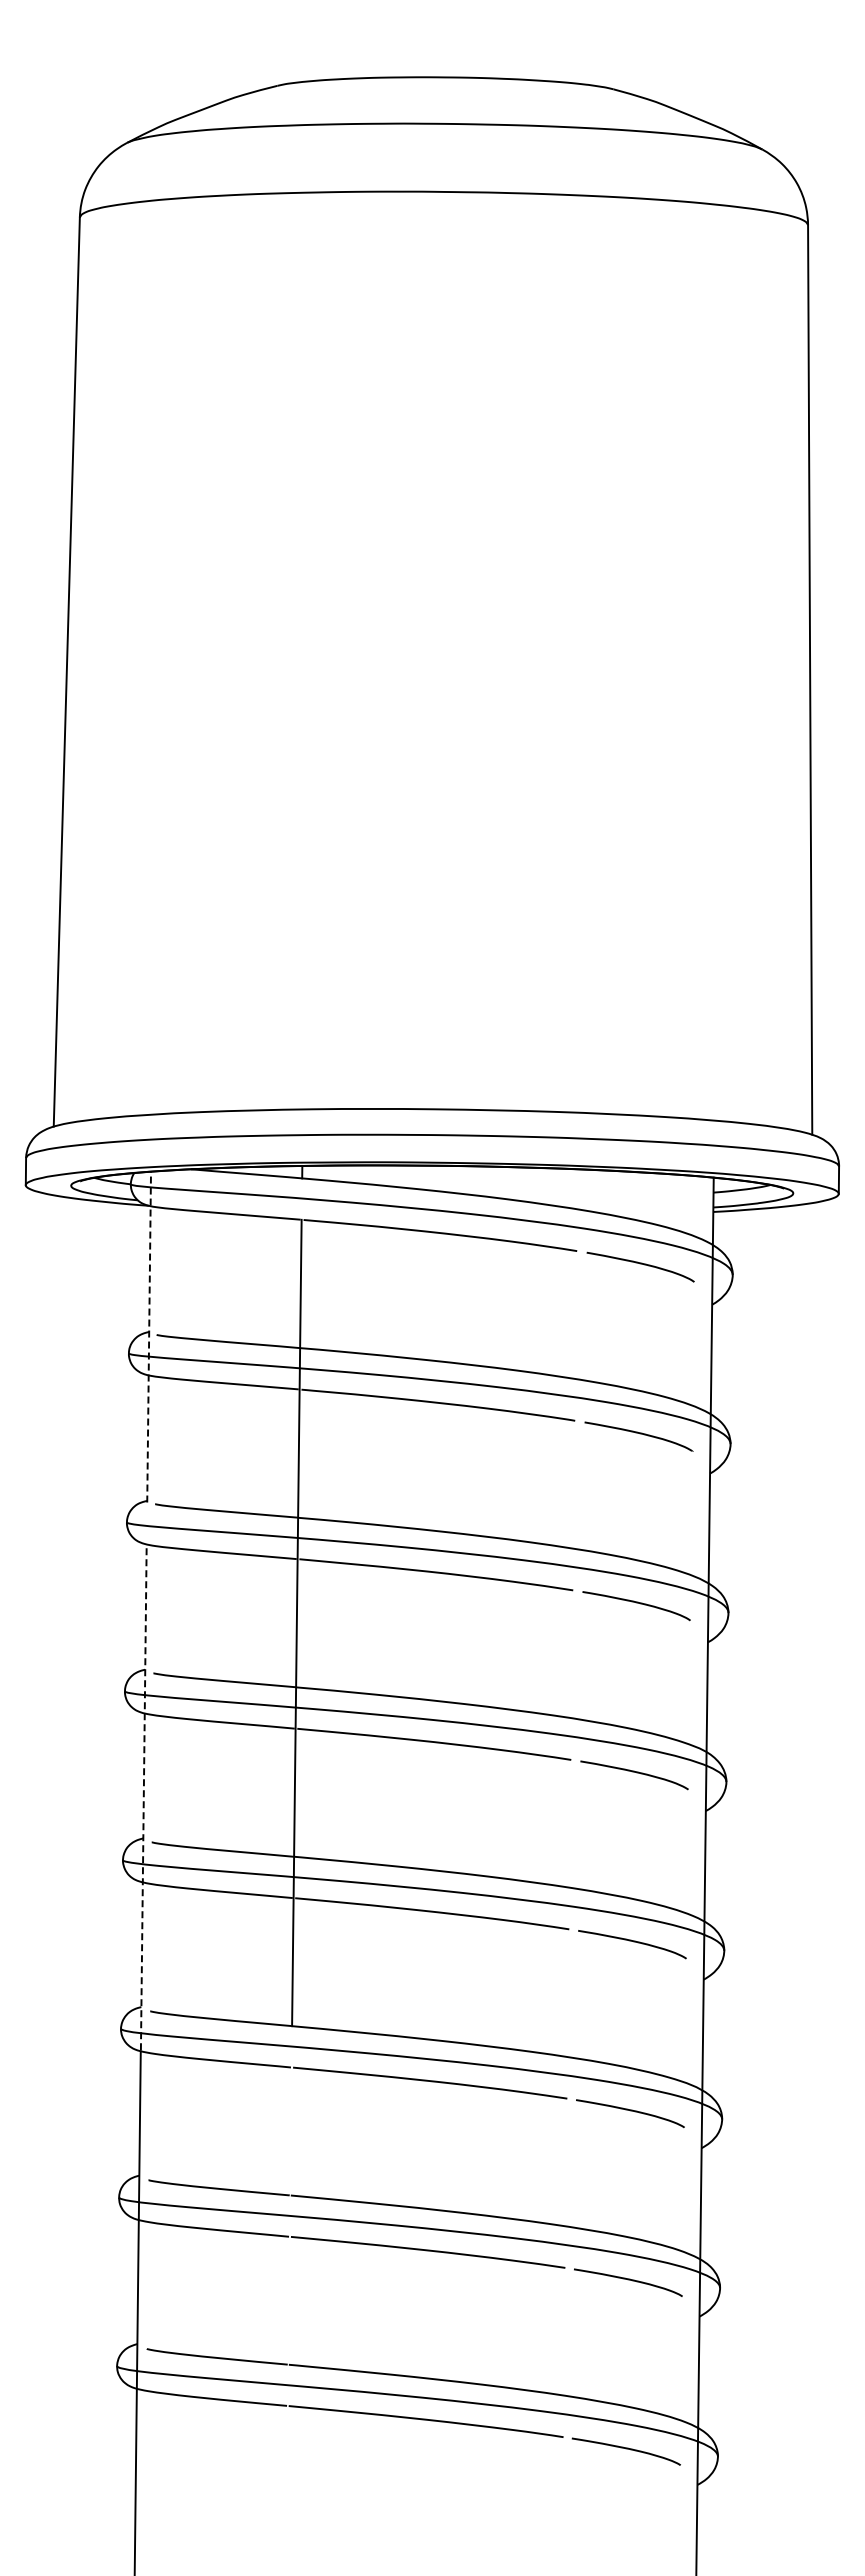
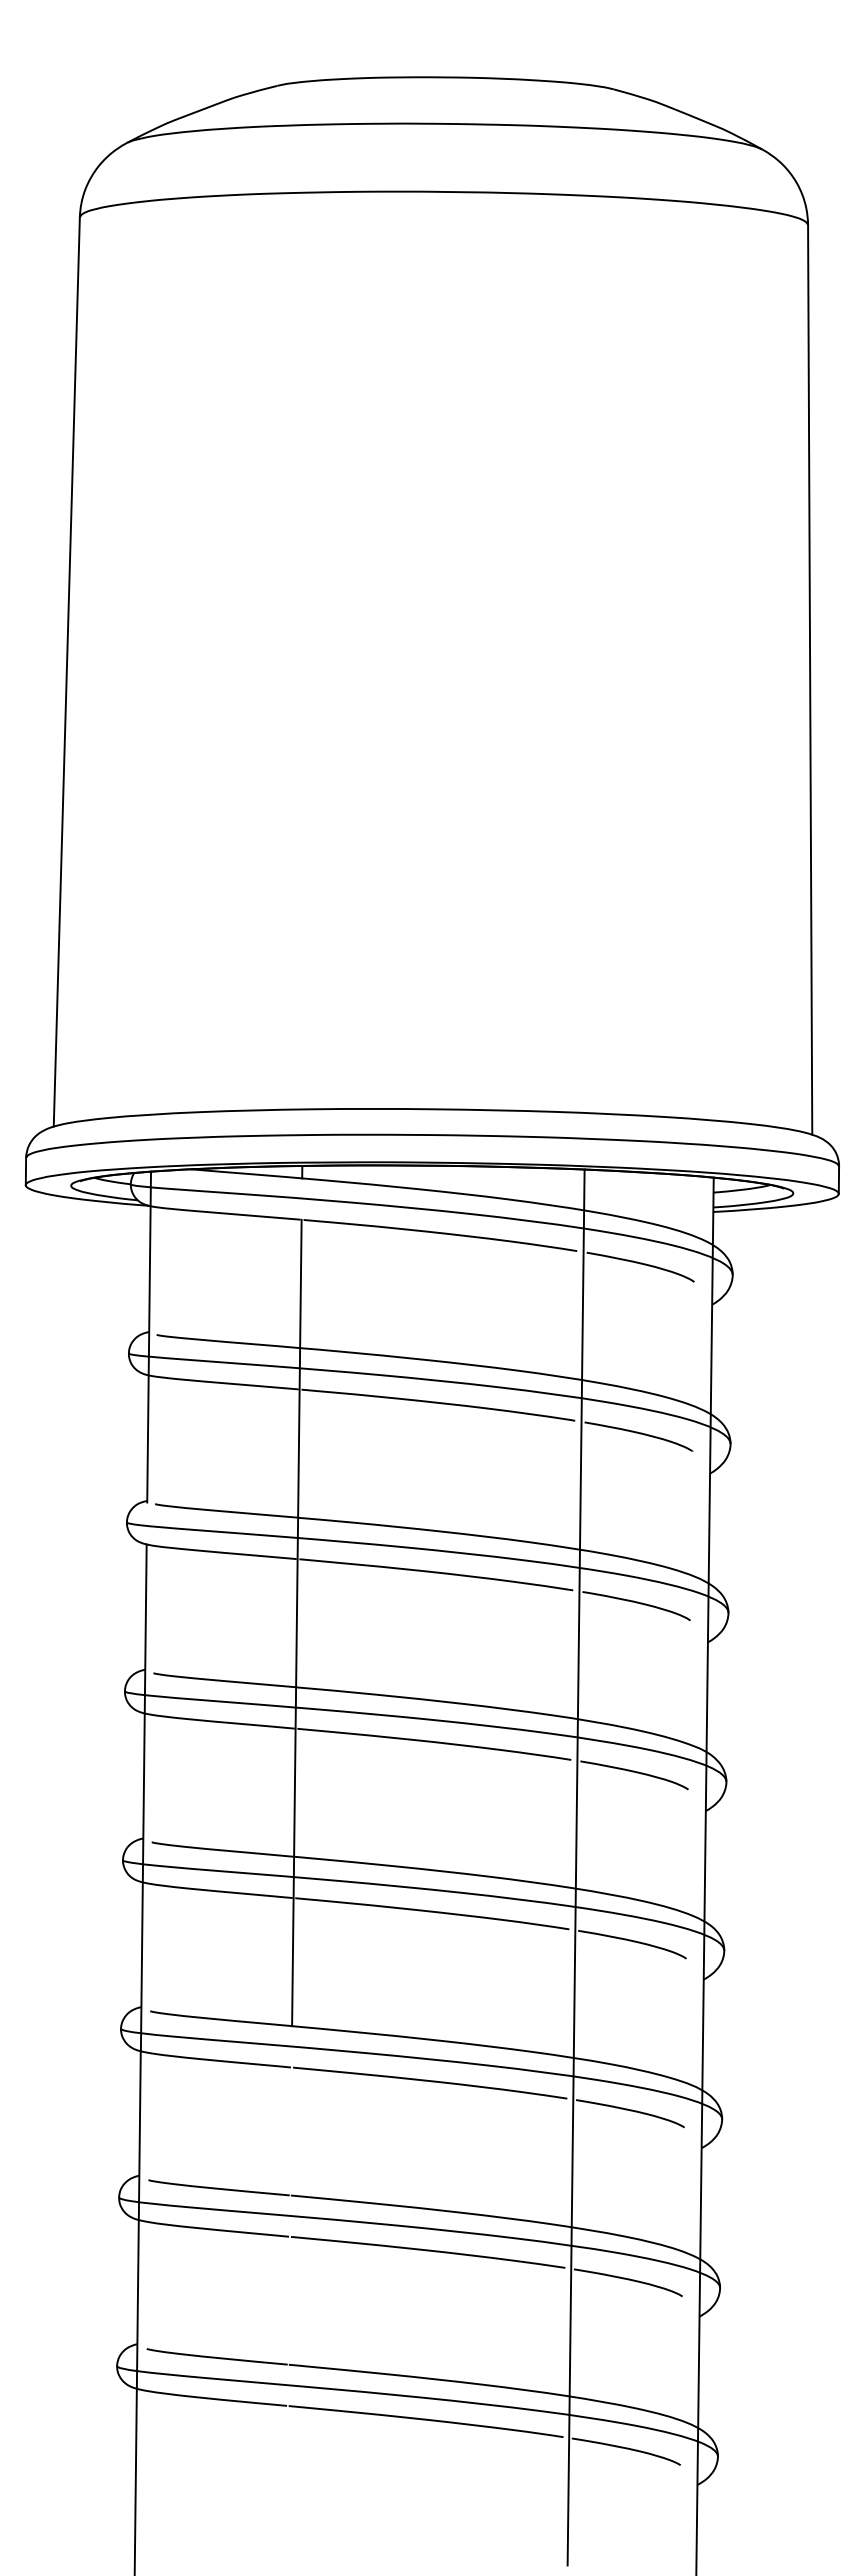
line at (149, 1336): dashed -> solid
line at (143, 1797): dashed -> solid
line at (575, 1867): none -> present
